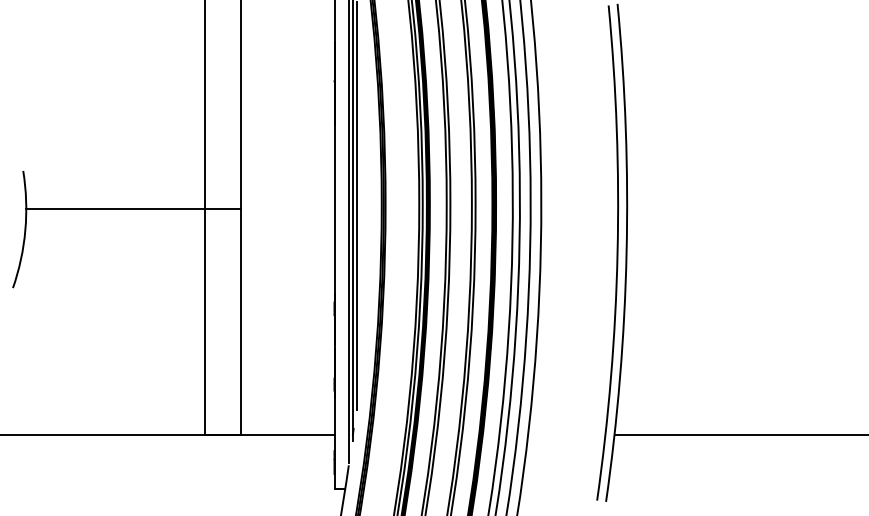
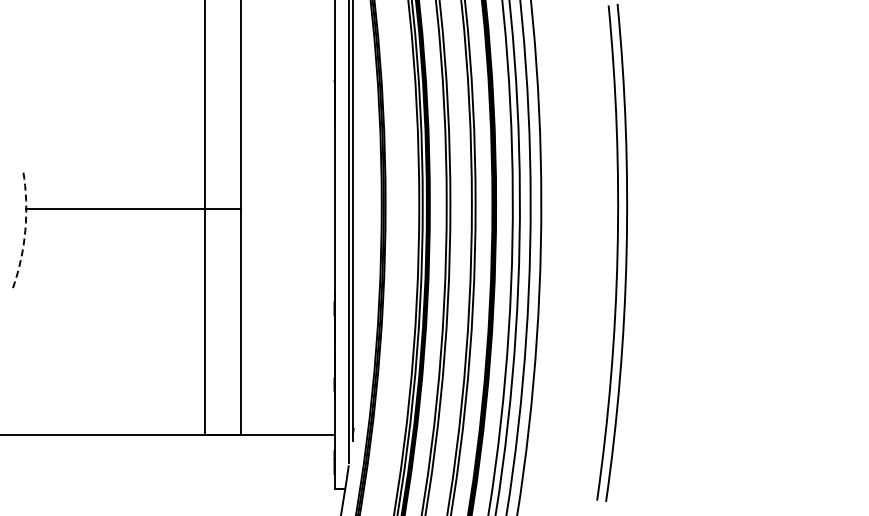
line at (356, 205): present -> none
arc at (25, 230): solid -> dashed
line at (739, 434): present -> none
